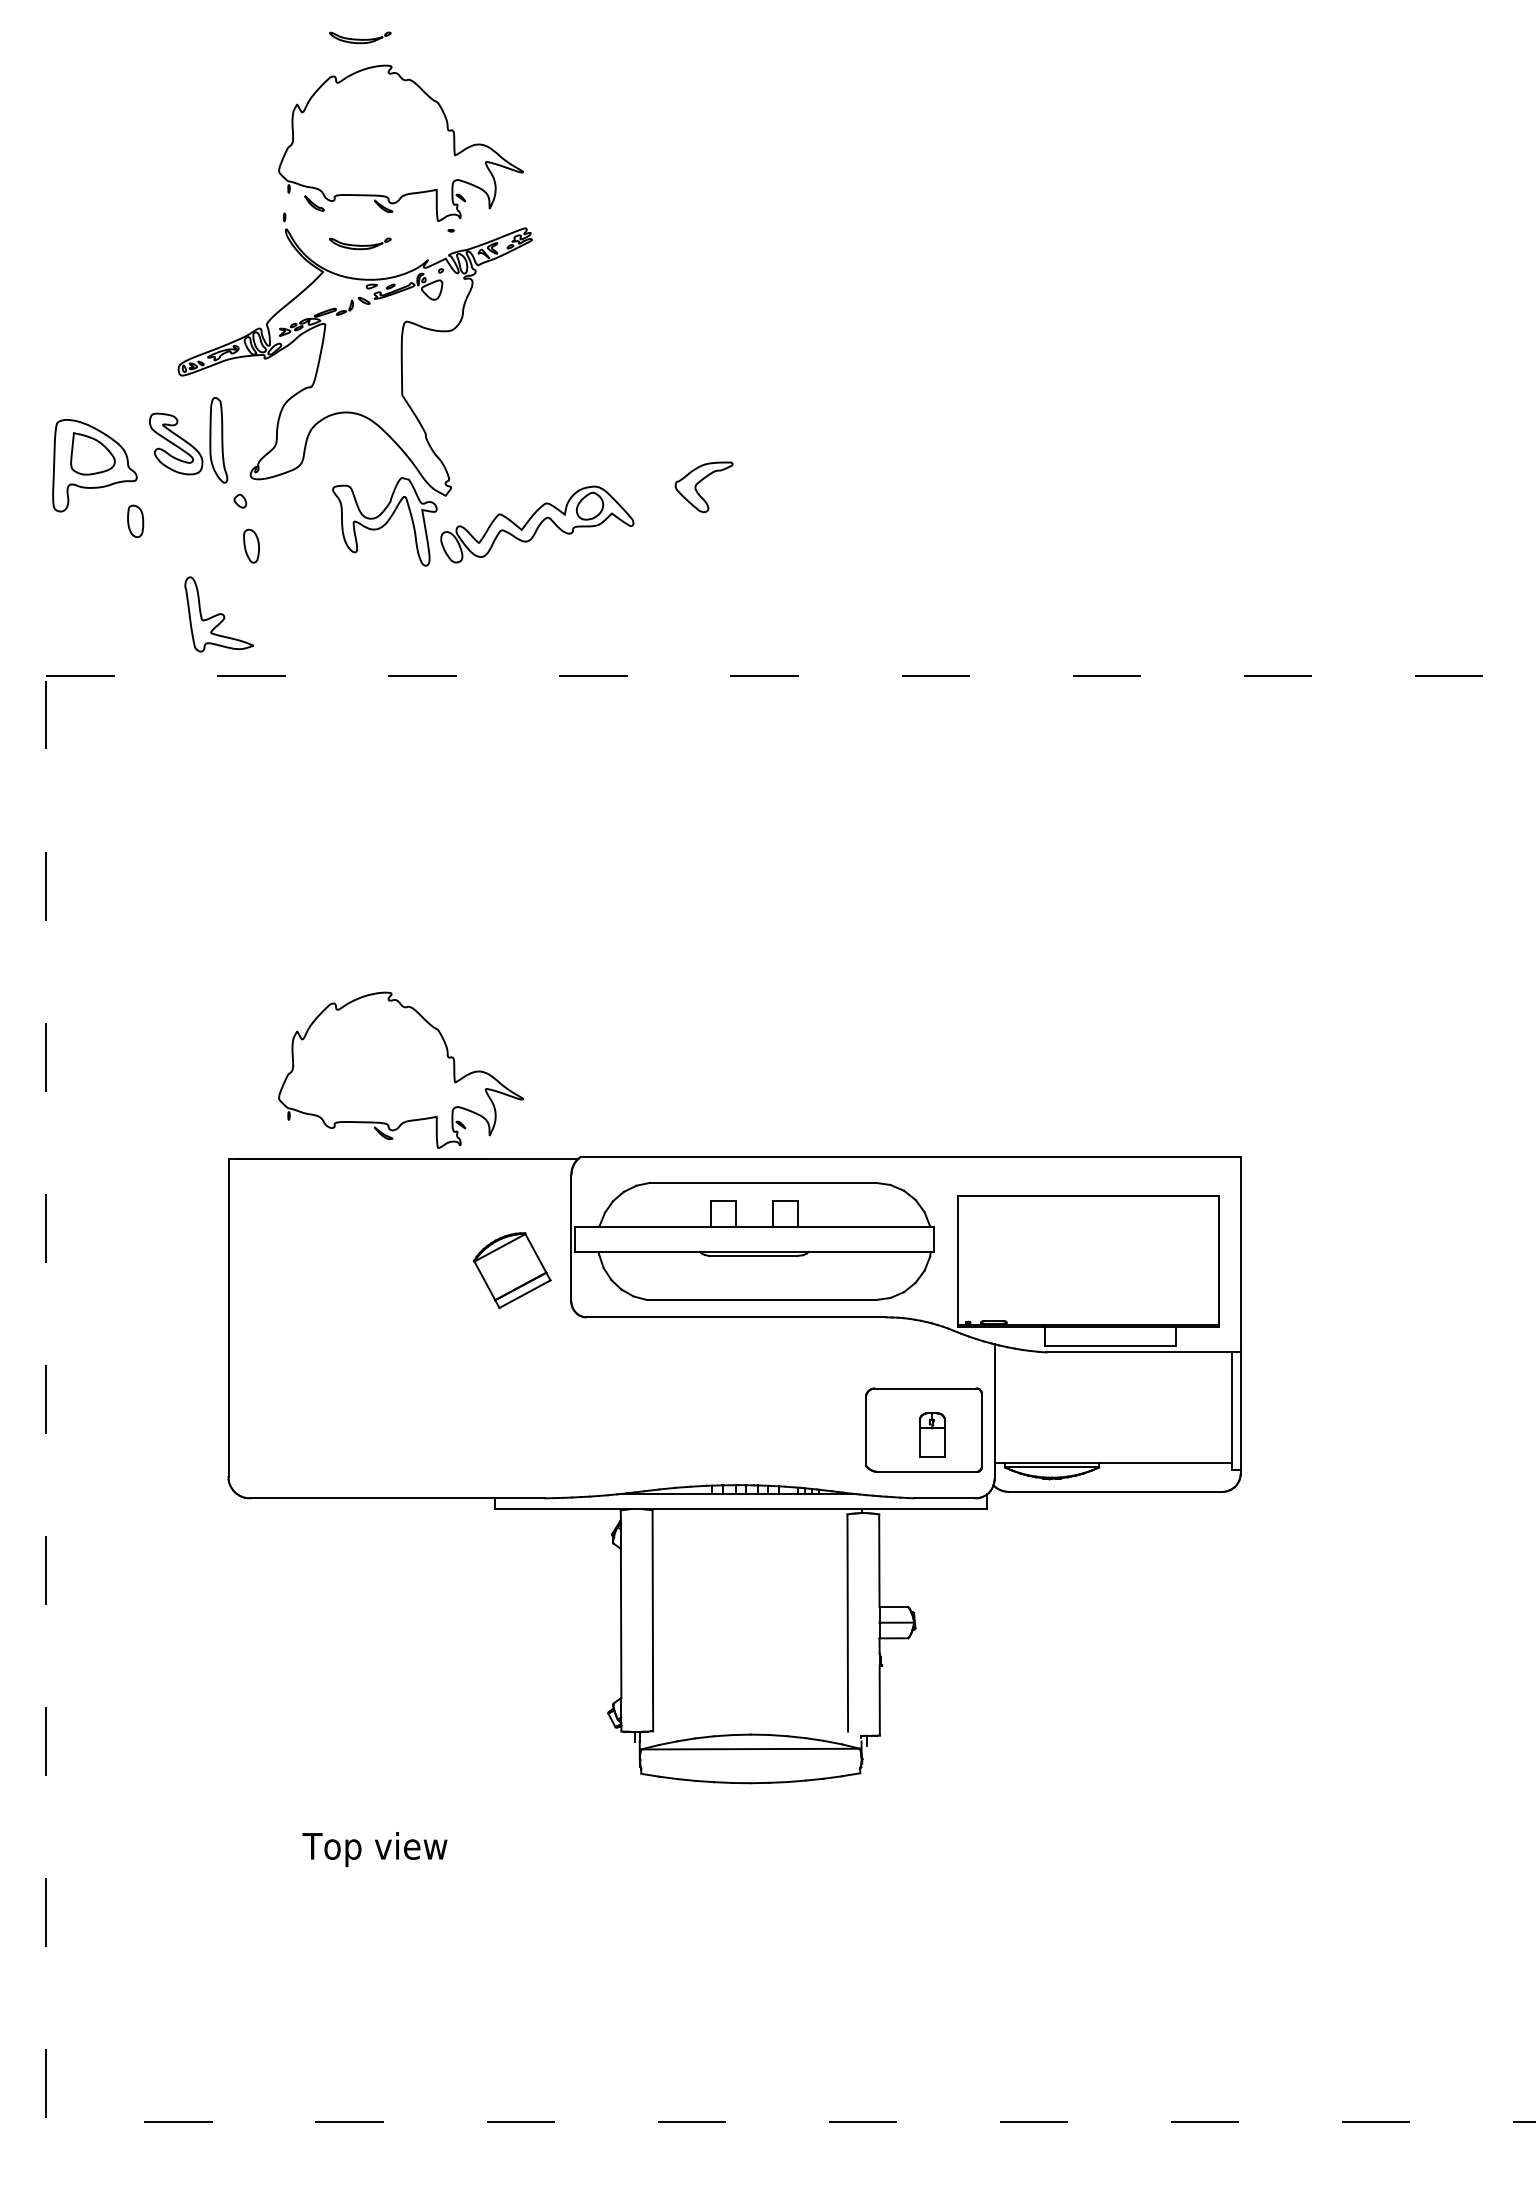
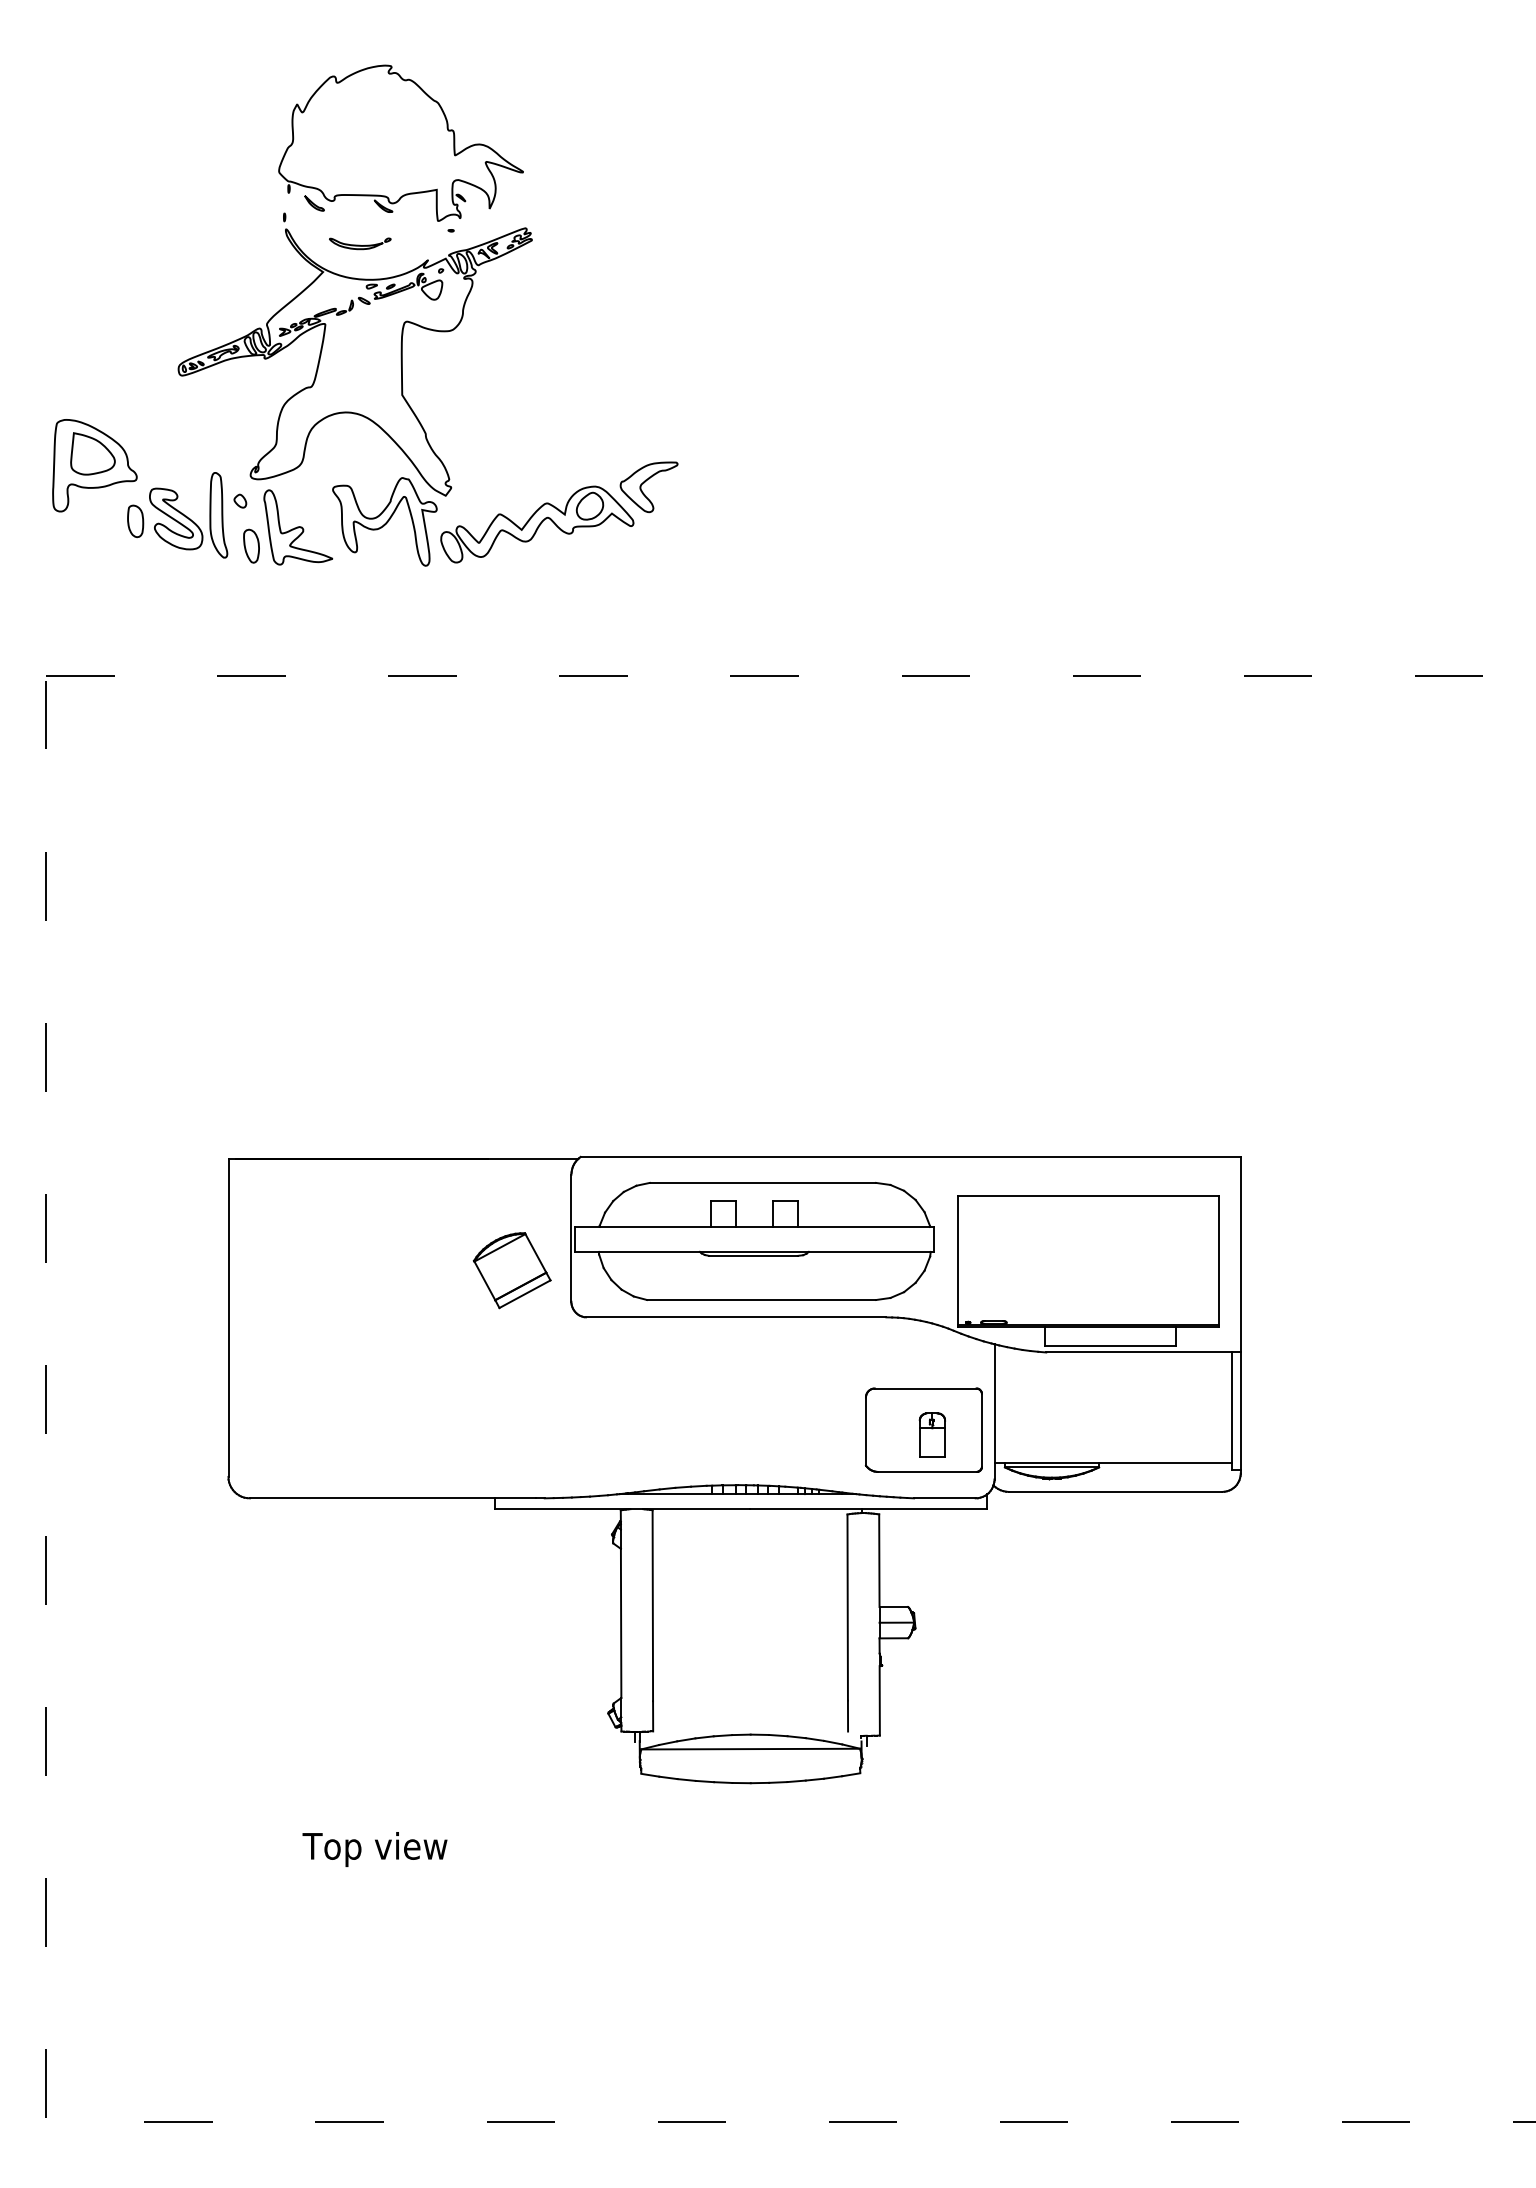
part at (360, 37): present -> none
part at (188, 440) position: (188, 440) -> (188, 515)
part at (703, 487) position: (703, 487) -> (648, 487)
part at (219, 614) position: (219, 614) -> (298, 527)
part at (400, 1069): present -> none
